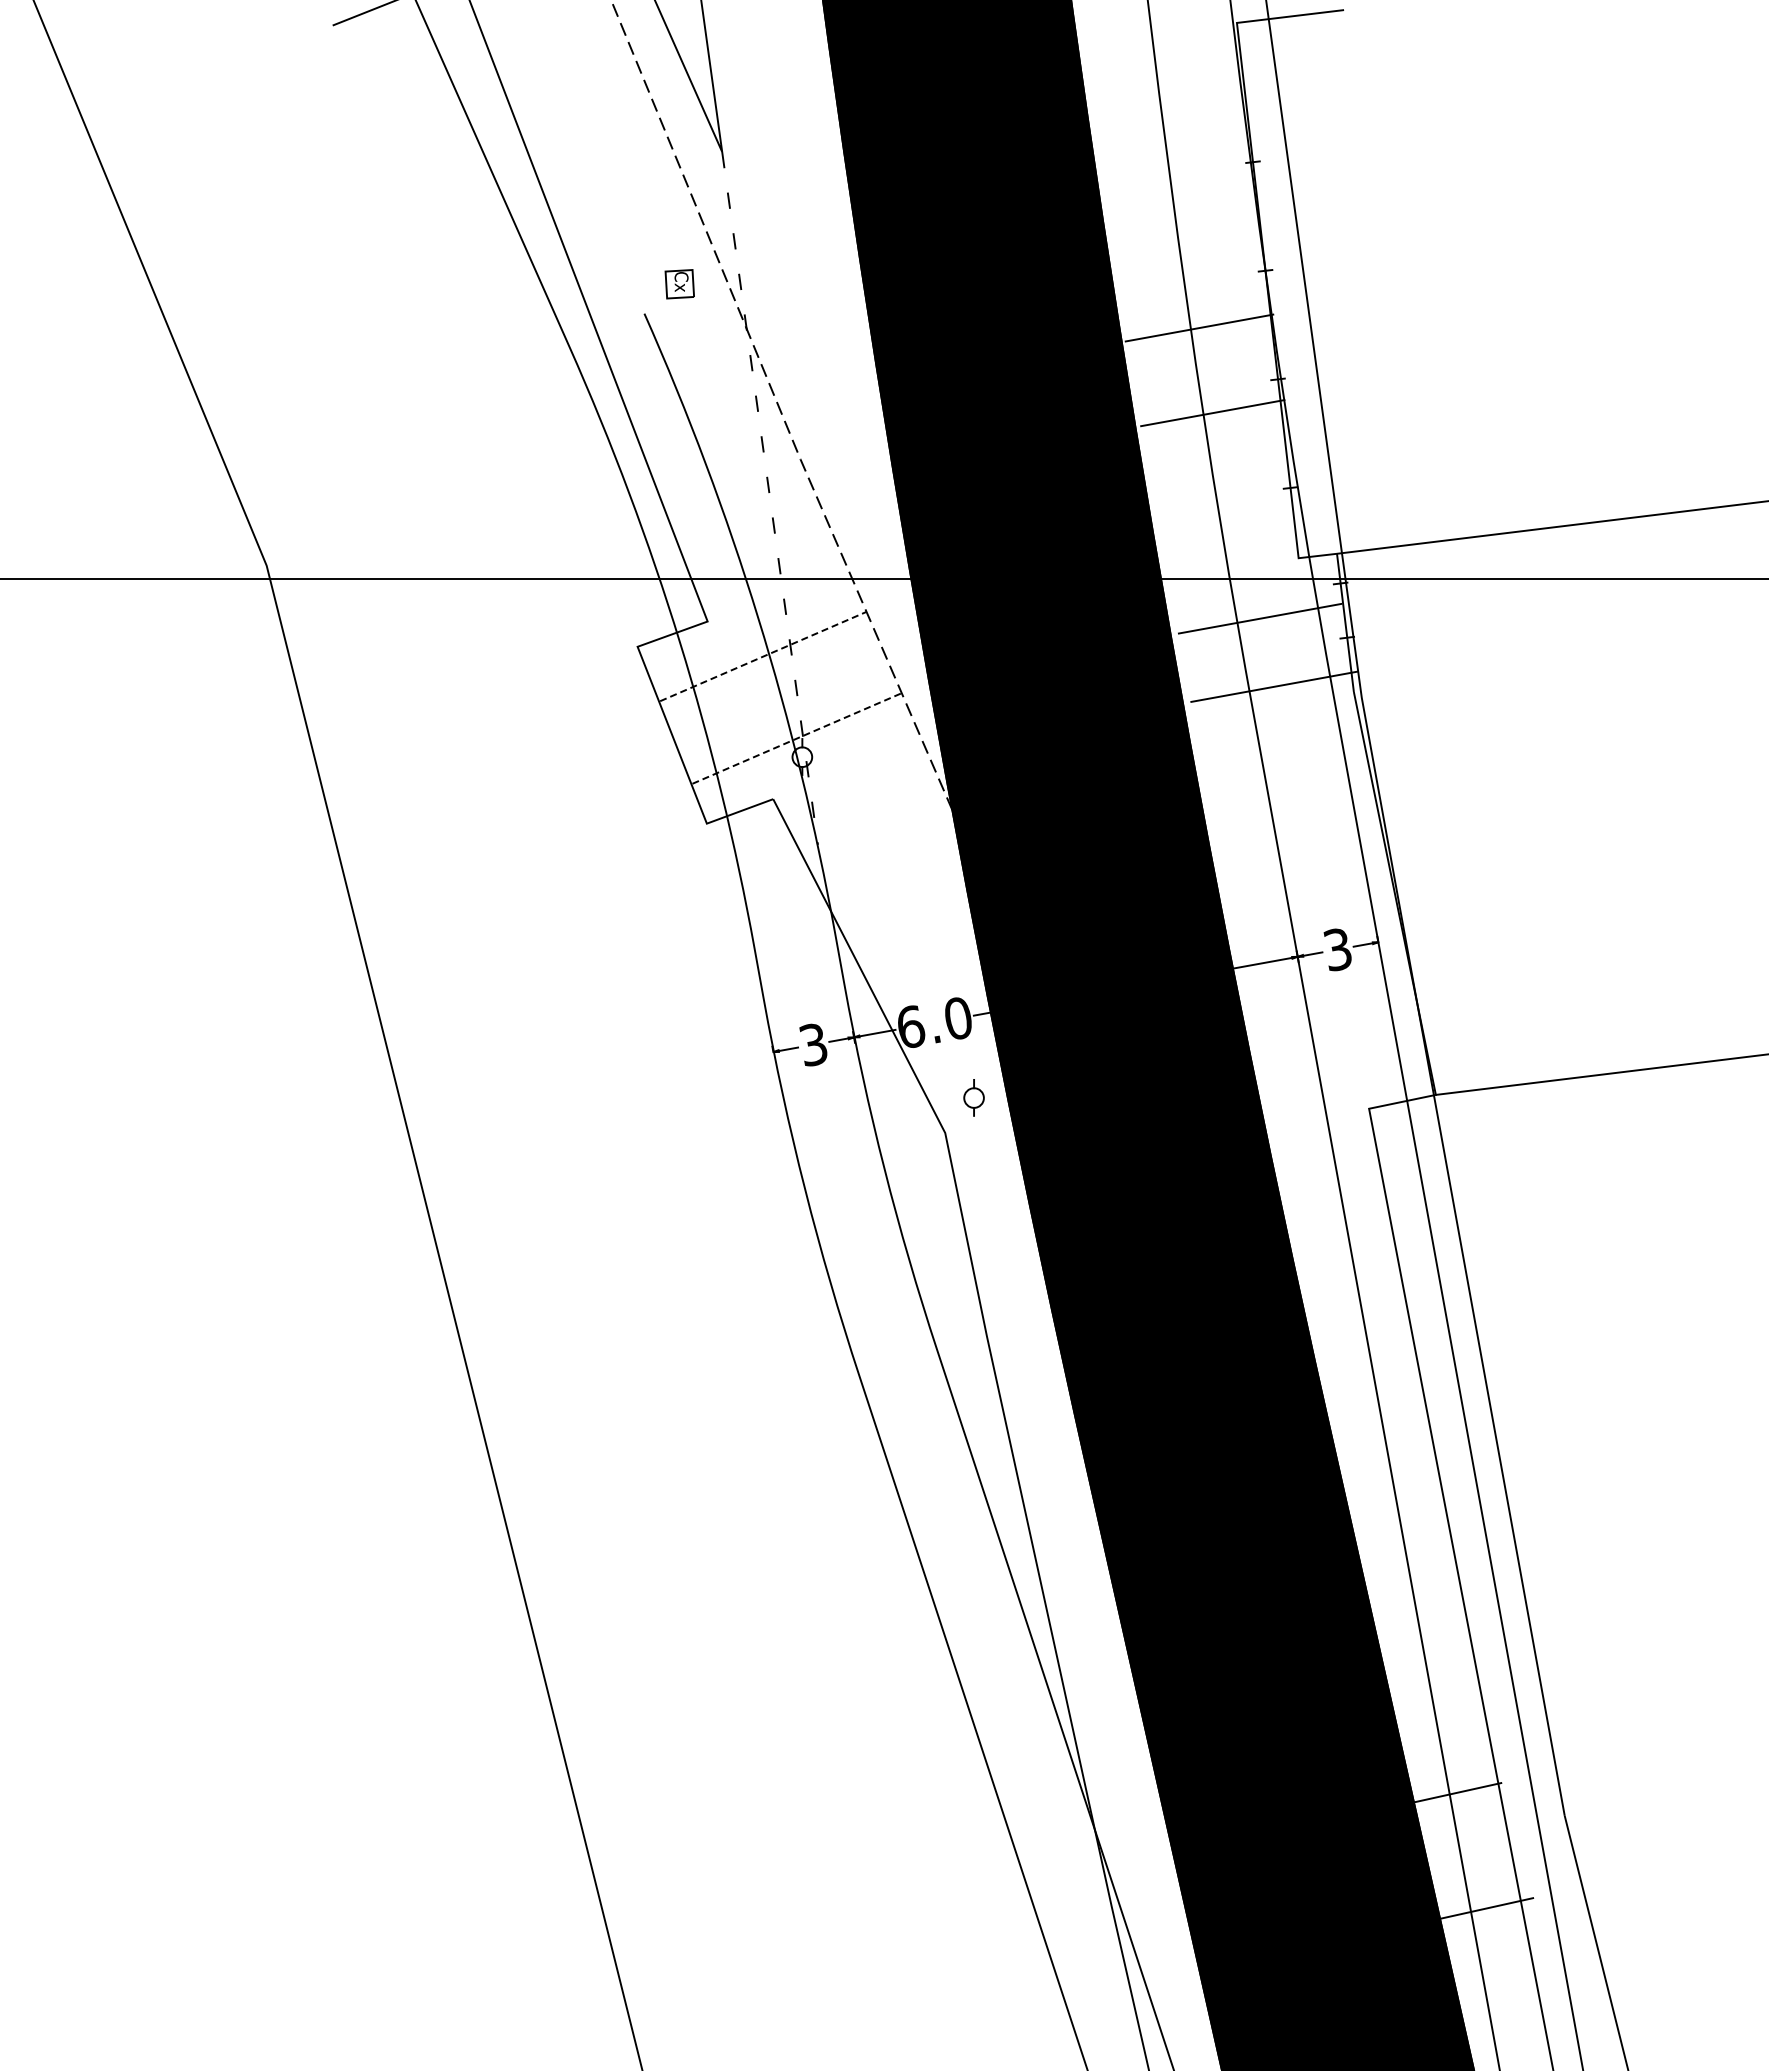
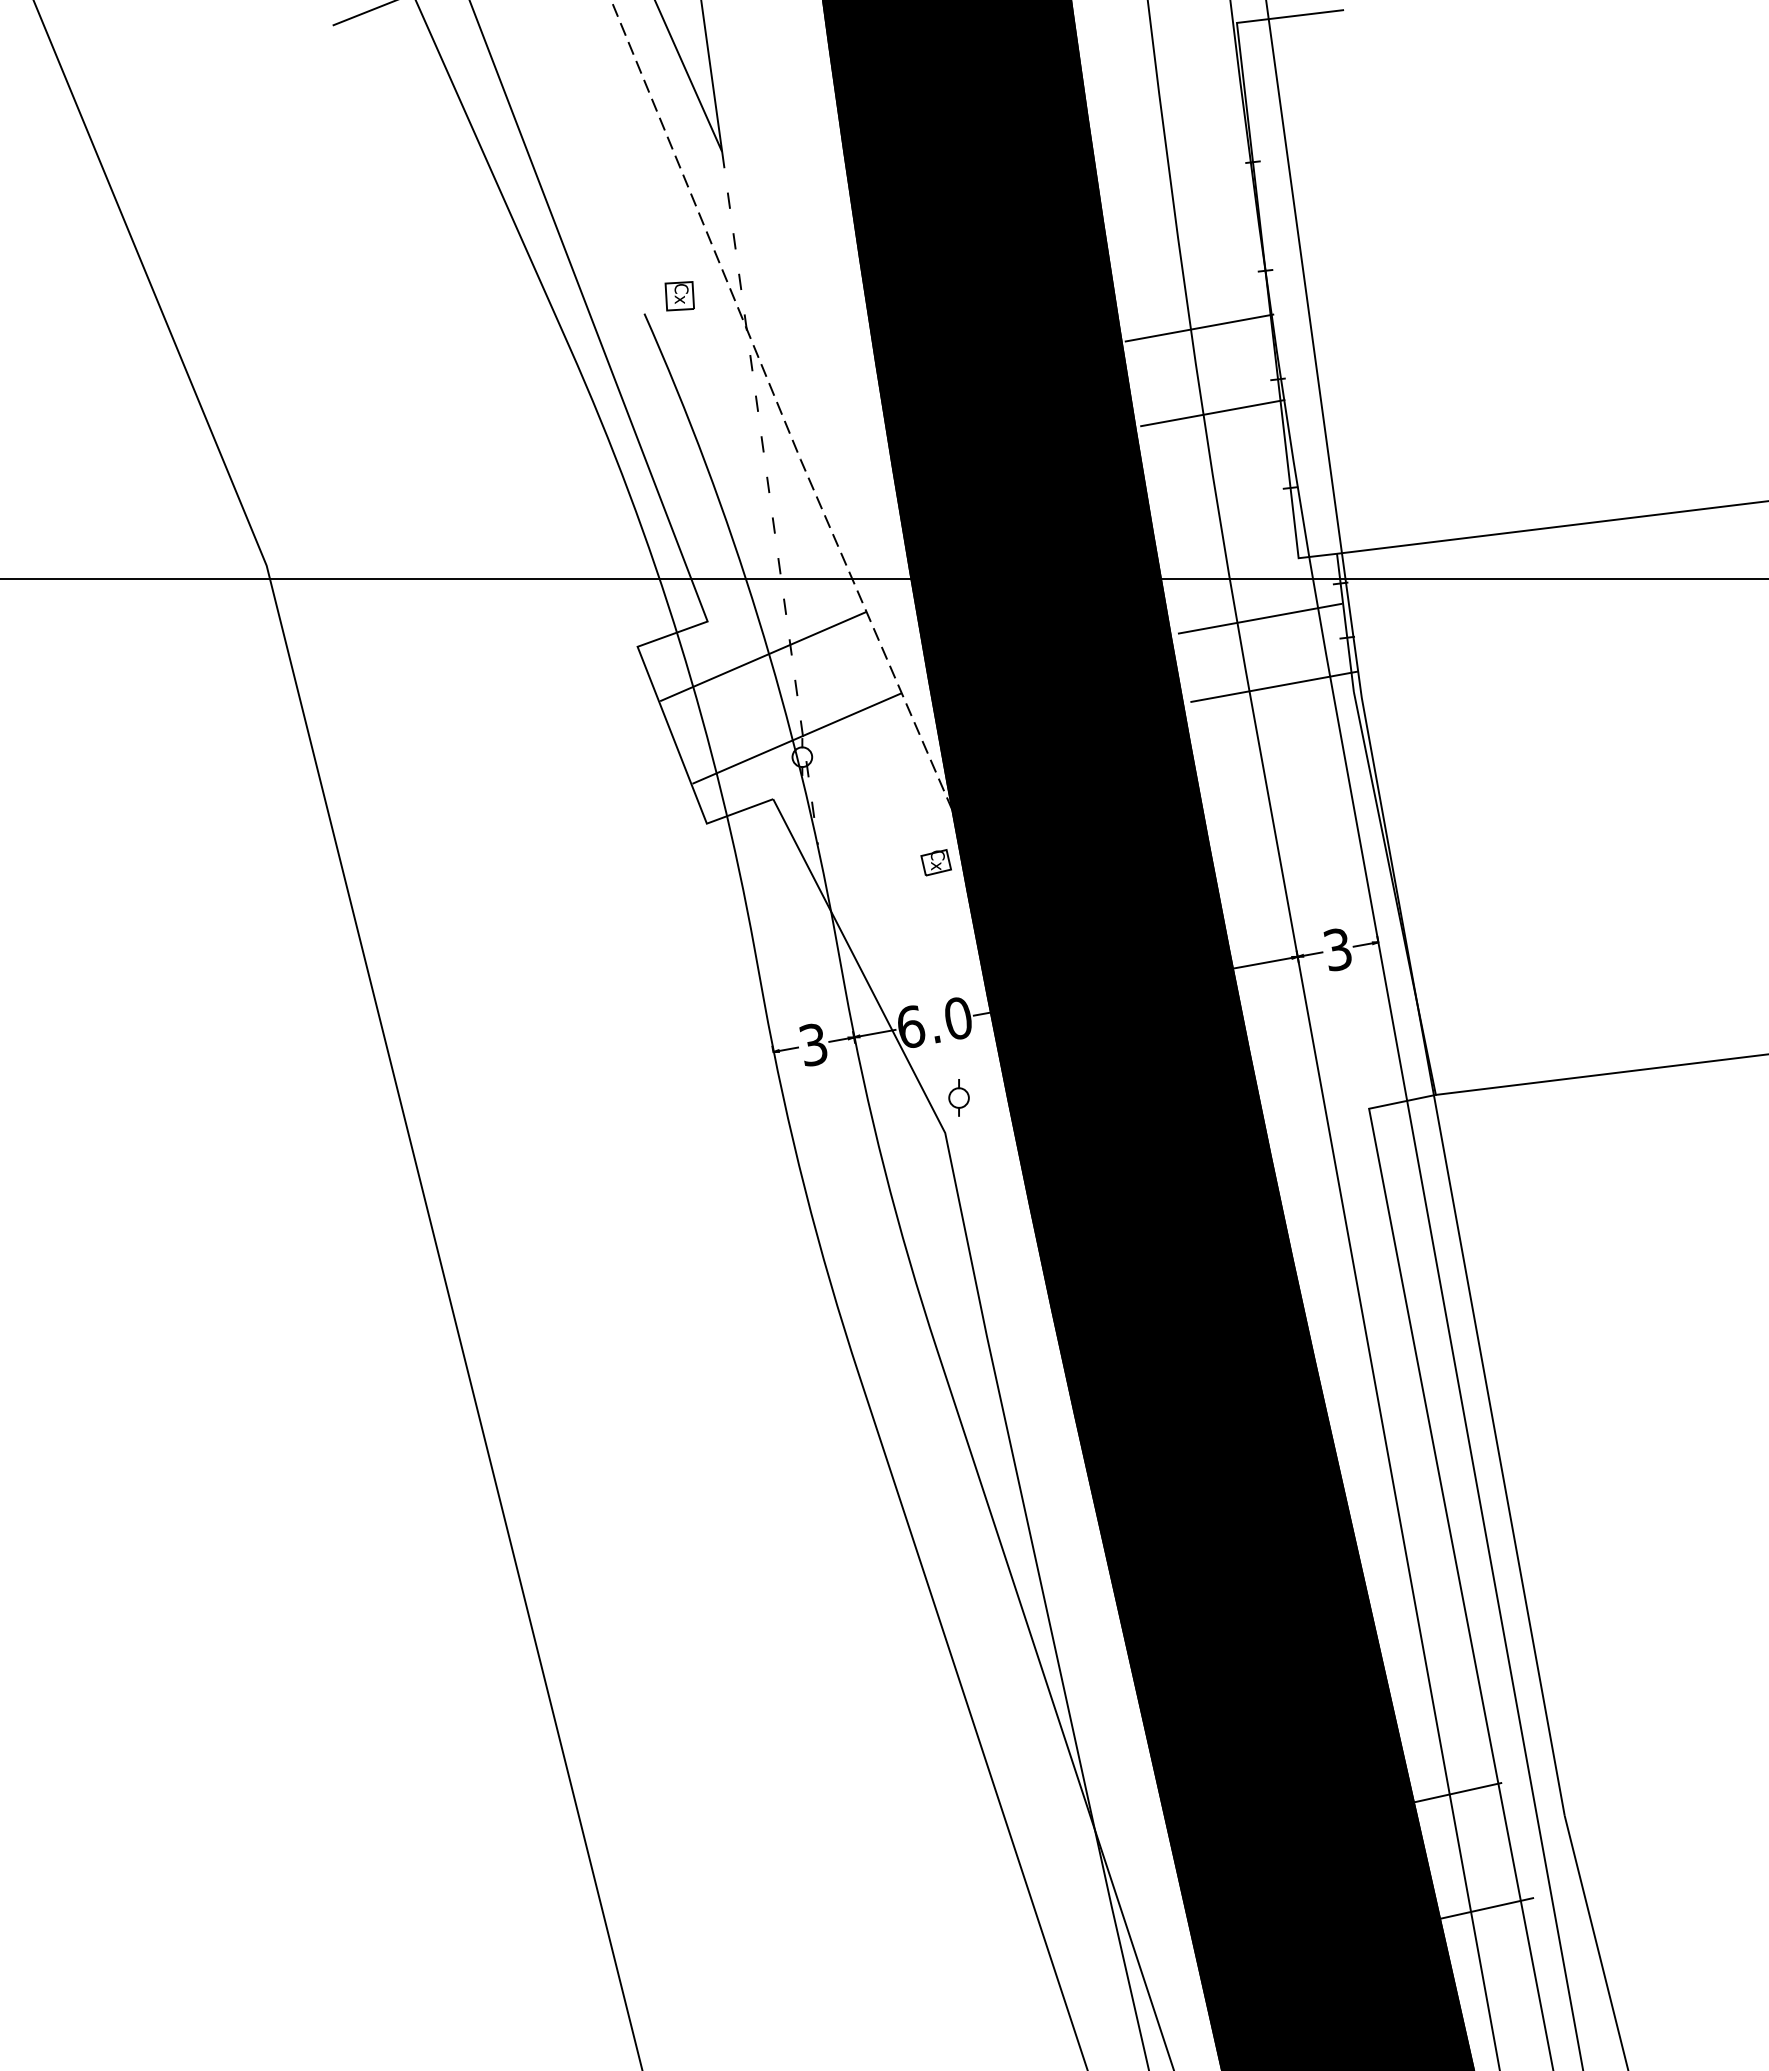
part at (679, 284) position: (679, 284) -> (679, 296)
line at (763, 656): dashed -> solid
line at (797, 738): dashed -> solid
part at (935, 862): none -> present
part at (973, 1097) position: (973, 1097) -> (958, 1097)
